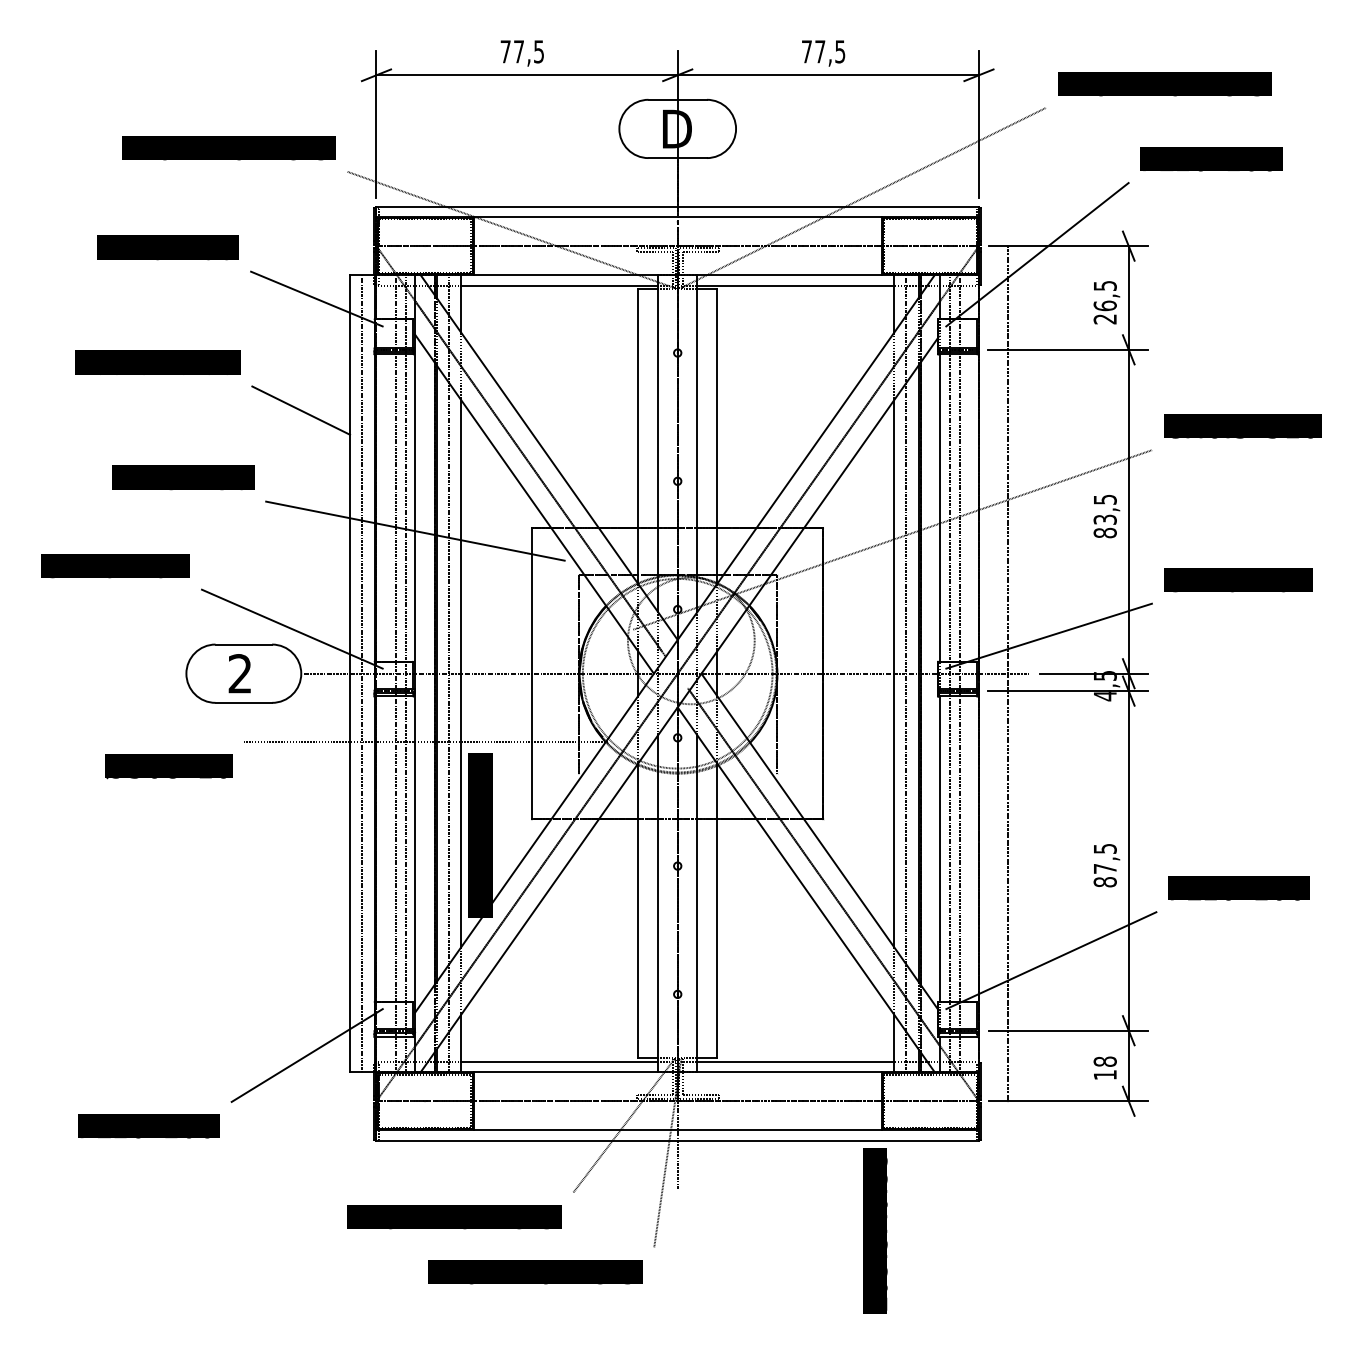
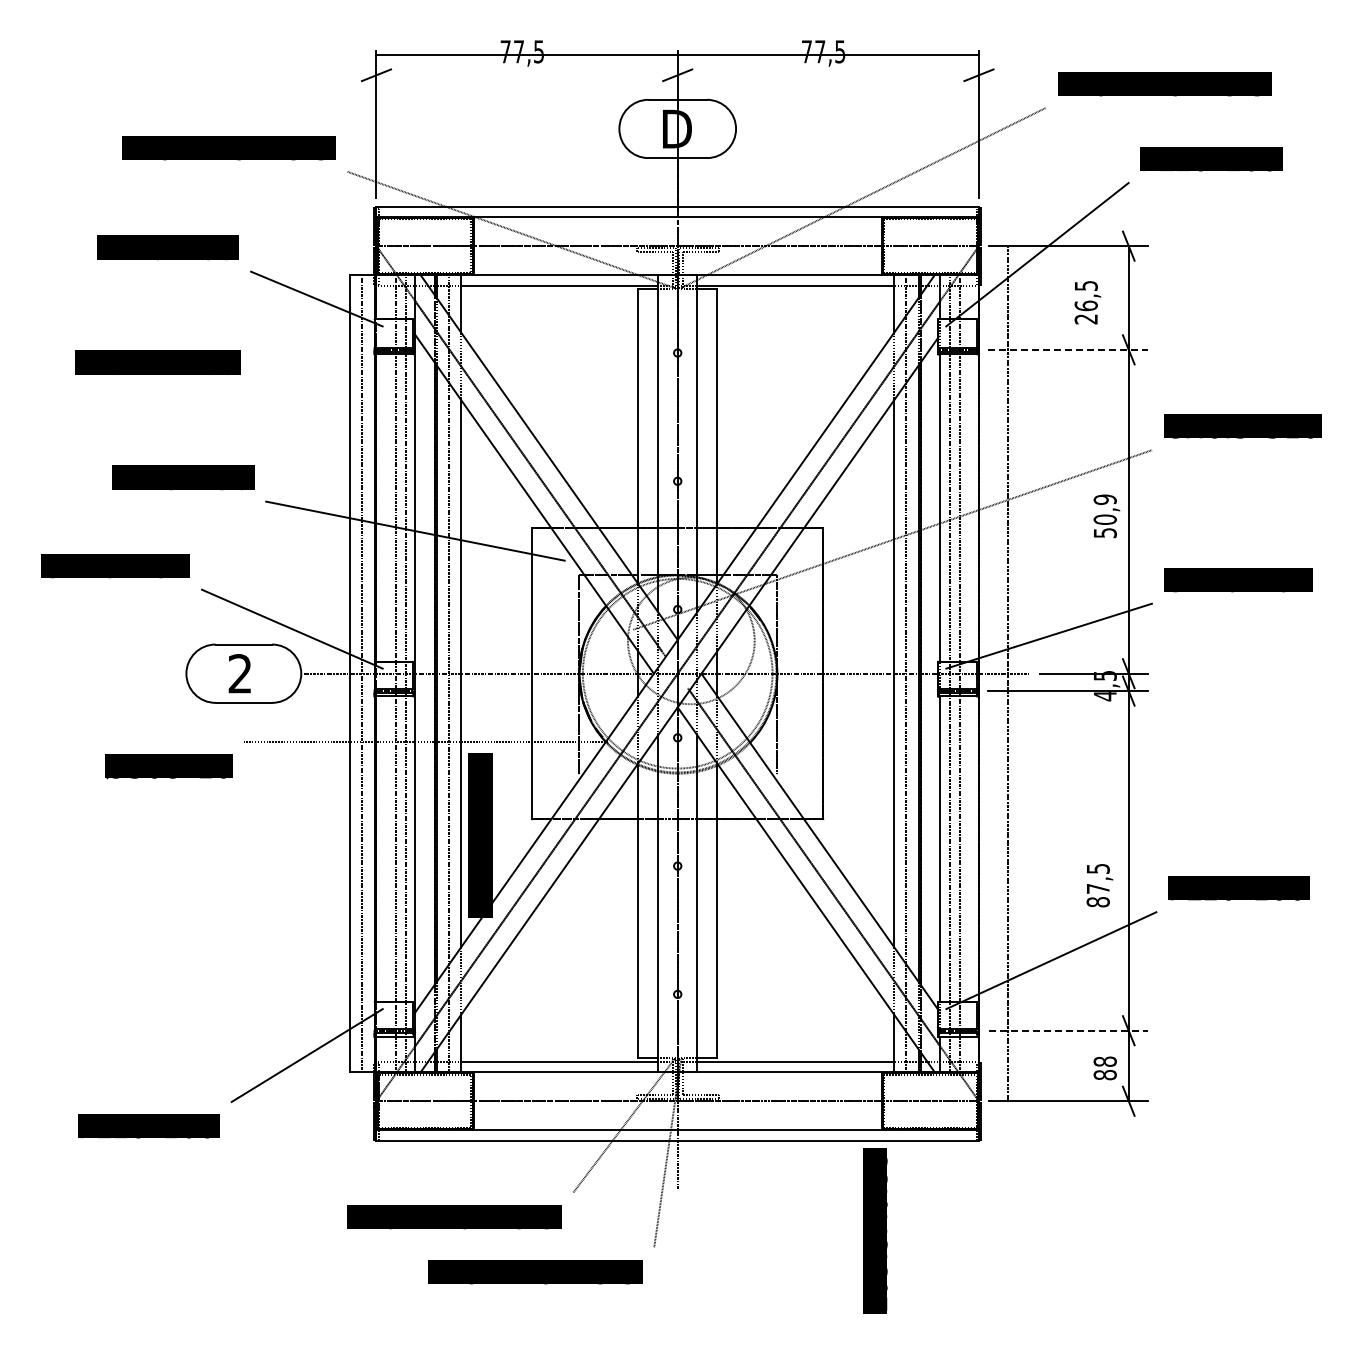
line at (677, 75) position: (677, 75) -> (677, 55)
text at (1106, 302) position: (1106, 302) -> (1087, 302)
line at (1068, 349): solid -> dashed
line at (301, 410): present -> none
text at (1104, 516): 83,5 -> 50,9
text at (1106, 865) position: (1106, 865) -> (1099, 885)
line at (1068, 1030): solid -> dashed
text at (1104, 1074): 18 -> 88
